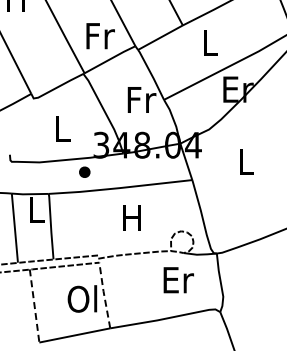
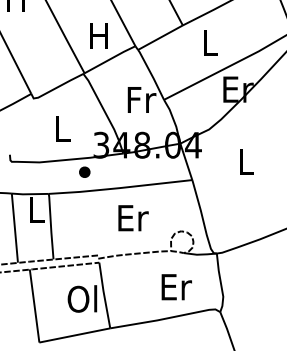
text at (100, 36): Fr -> H
text at (133, 218): H -> Er
text at (178, 280) position: (178, 280) -> (176, 287)
line at (104, 295): dashed -> solid
line at (34, 305): dashed -> solid
